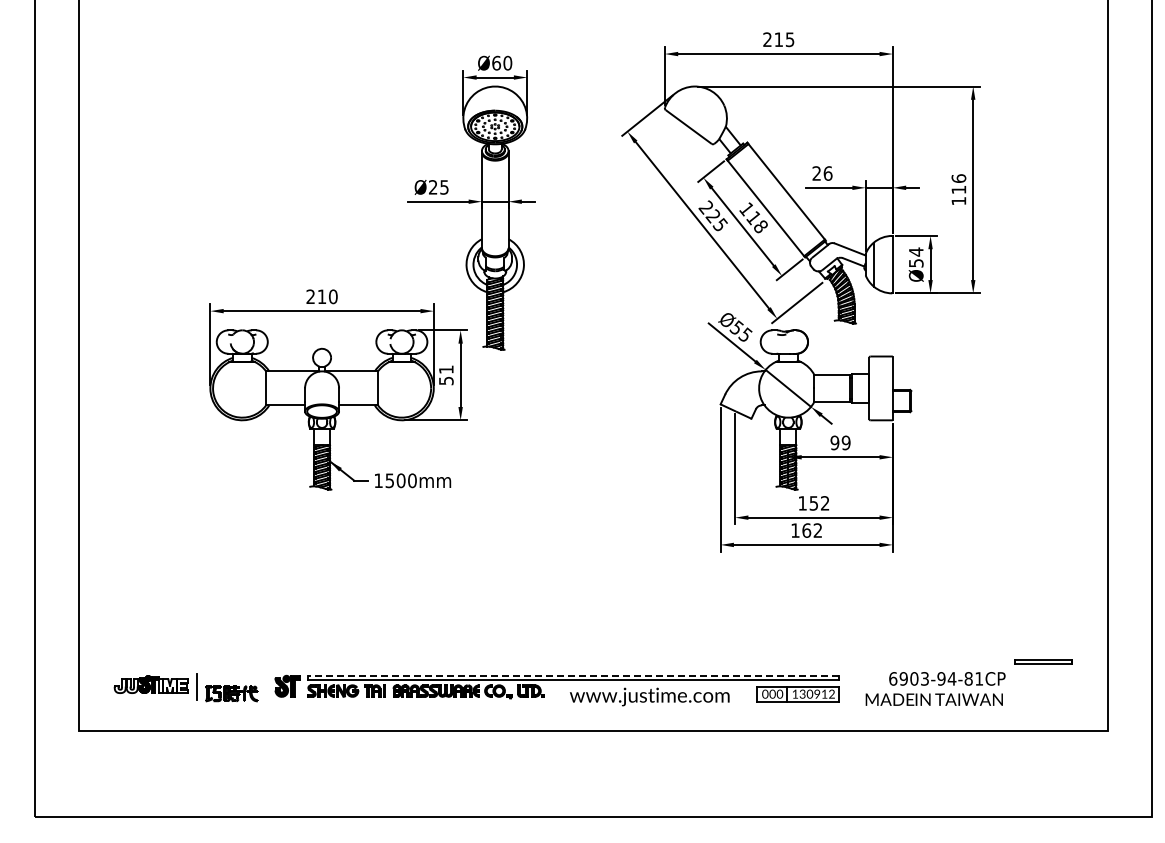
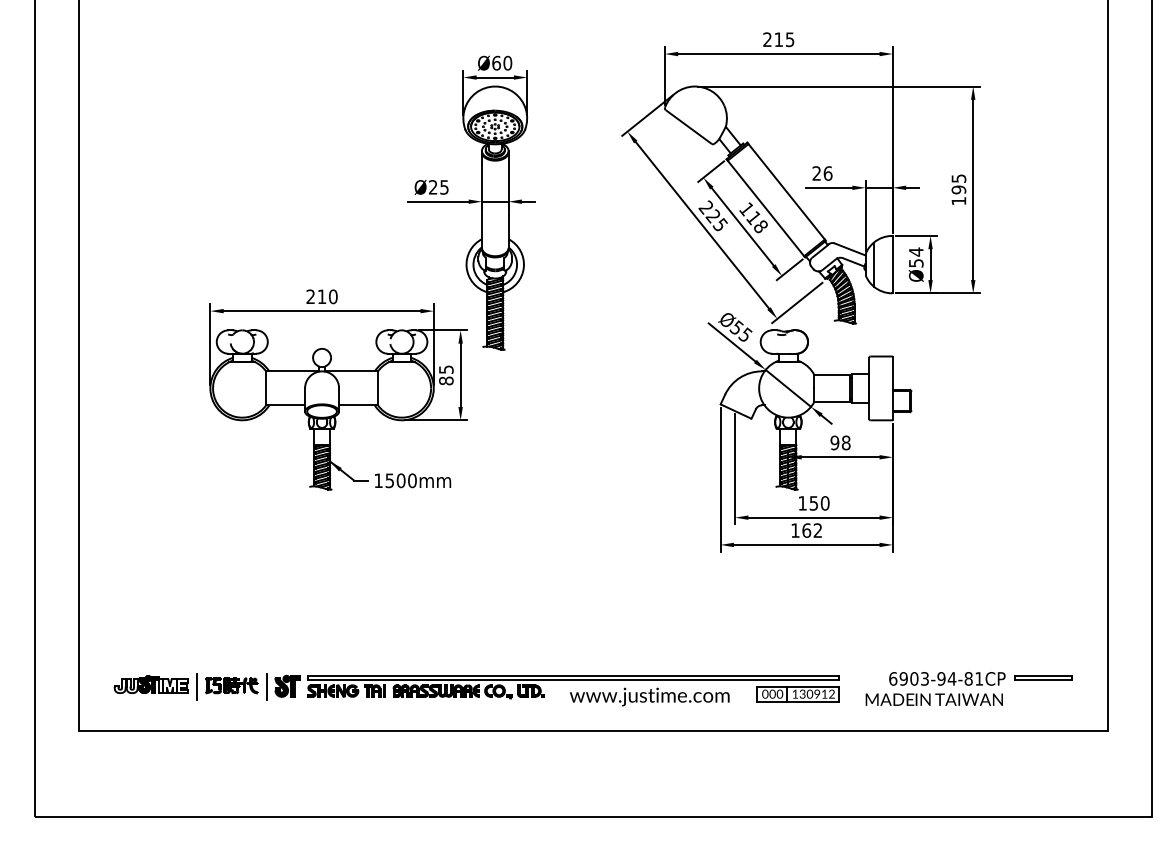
text at (958, 184): 116 -> 195
text at (446, 375): 51 -> 85
text at (845, 442): 99 -> 98
text at (824, 503): 152 -> 150
part at (1043, 661) position: (1043, 661) -> (1043, 677)
line at (572, 675): dashed -> solid
line at (266, 686): none -> present
part at (231, 693) position: (231, 693) -> (231, 685)
